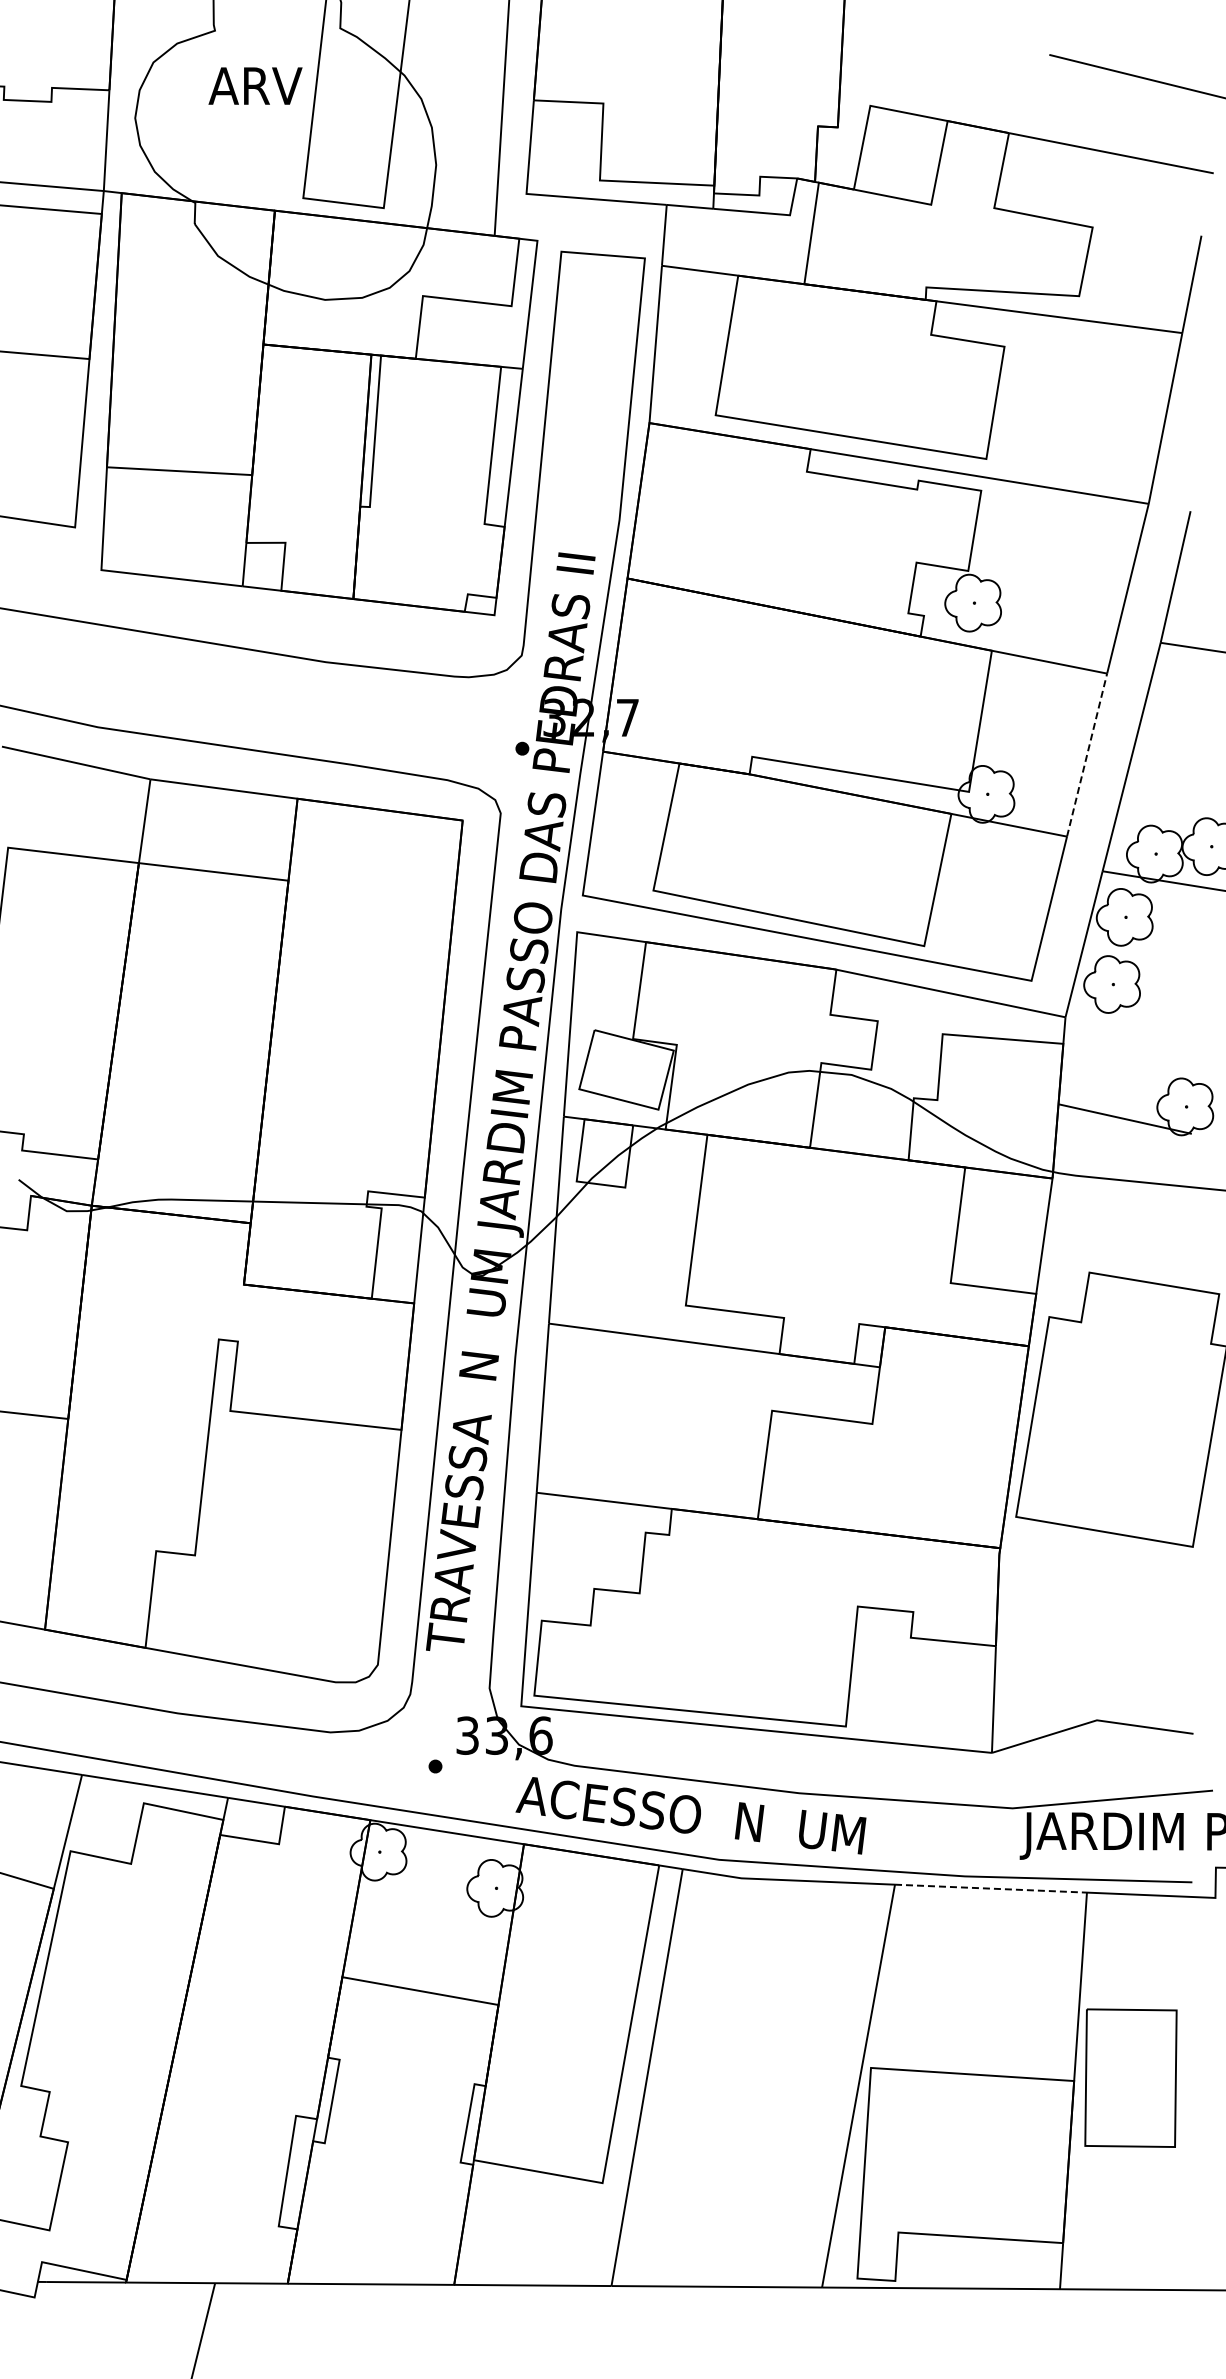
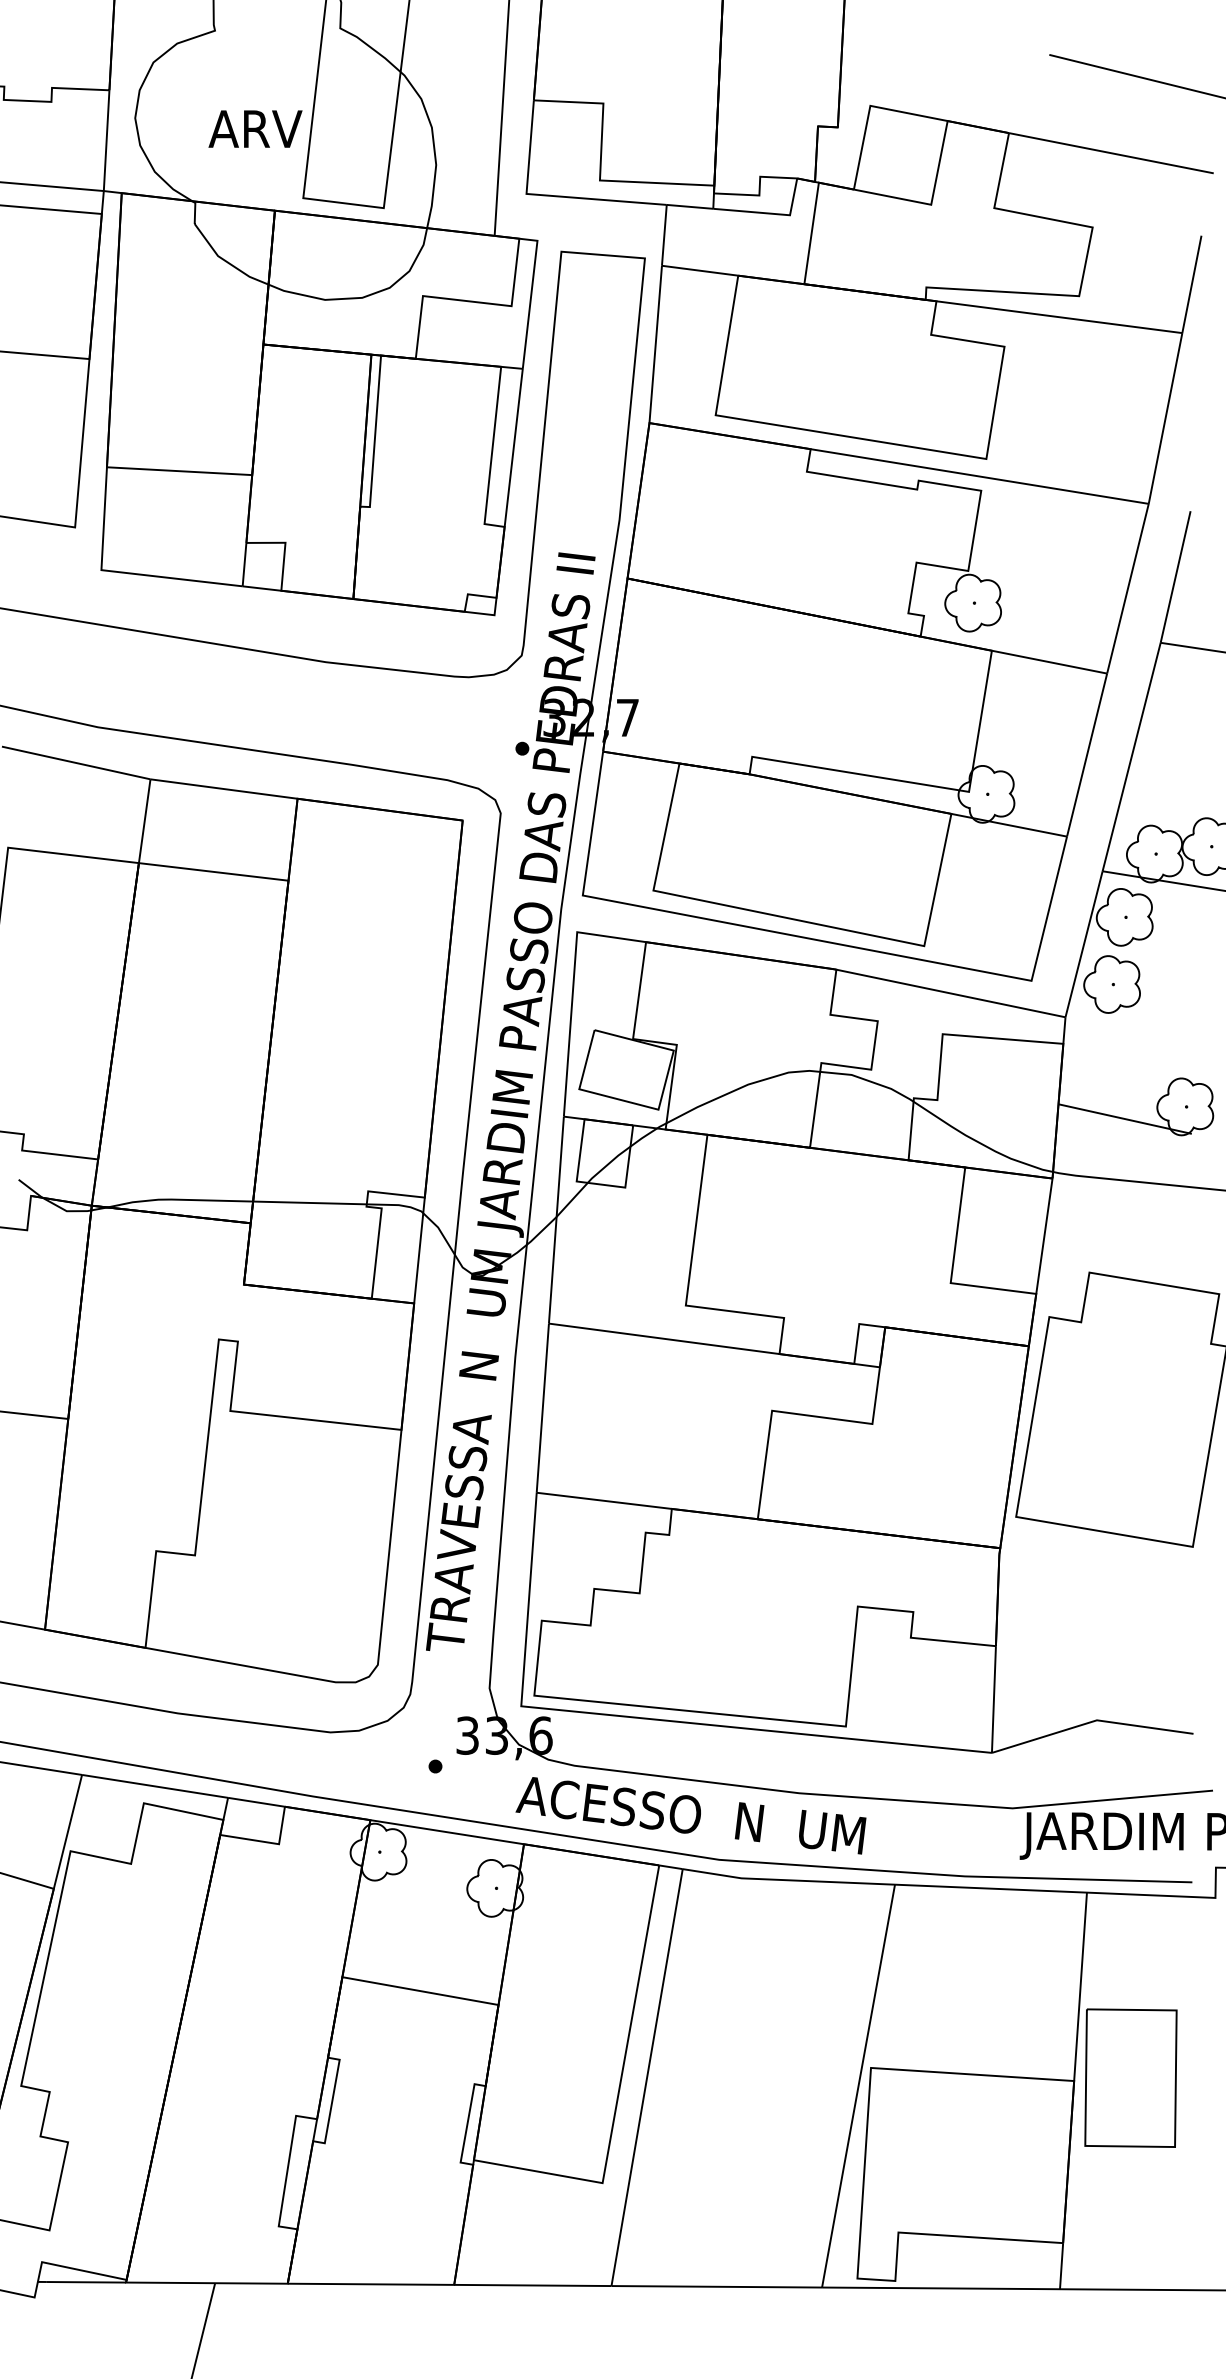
text at (255, 85) position: (255, 85) -> (255, 128)
line at (1087, 755): dashed -> solid
line at (991, 1888): dashed -> solid
